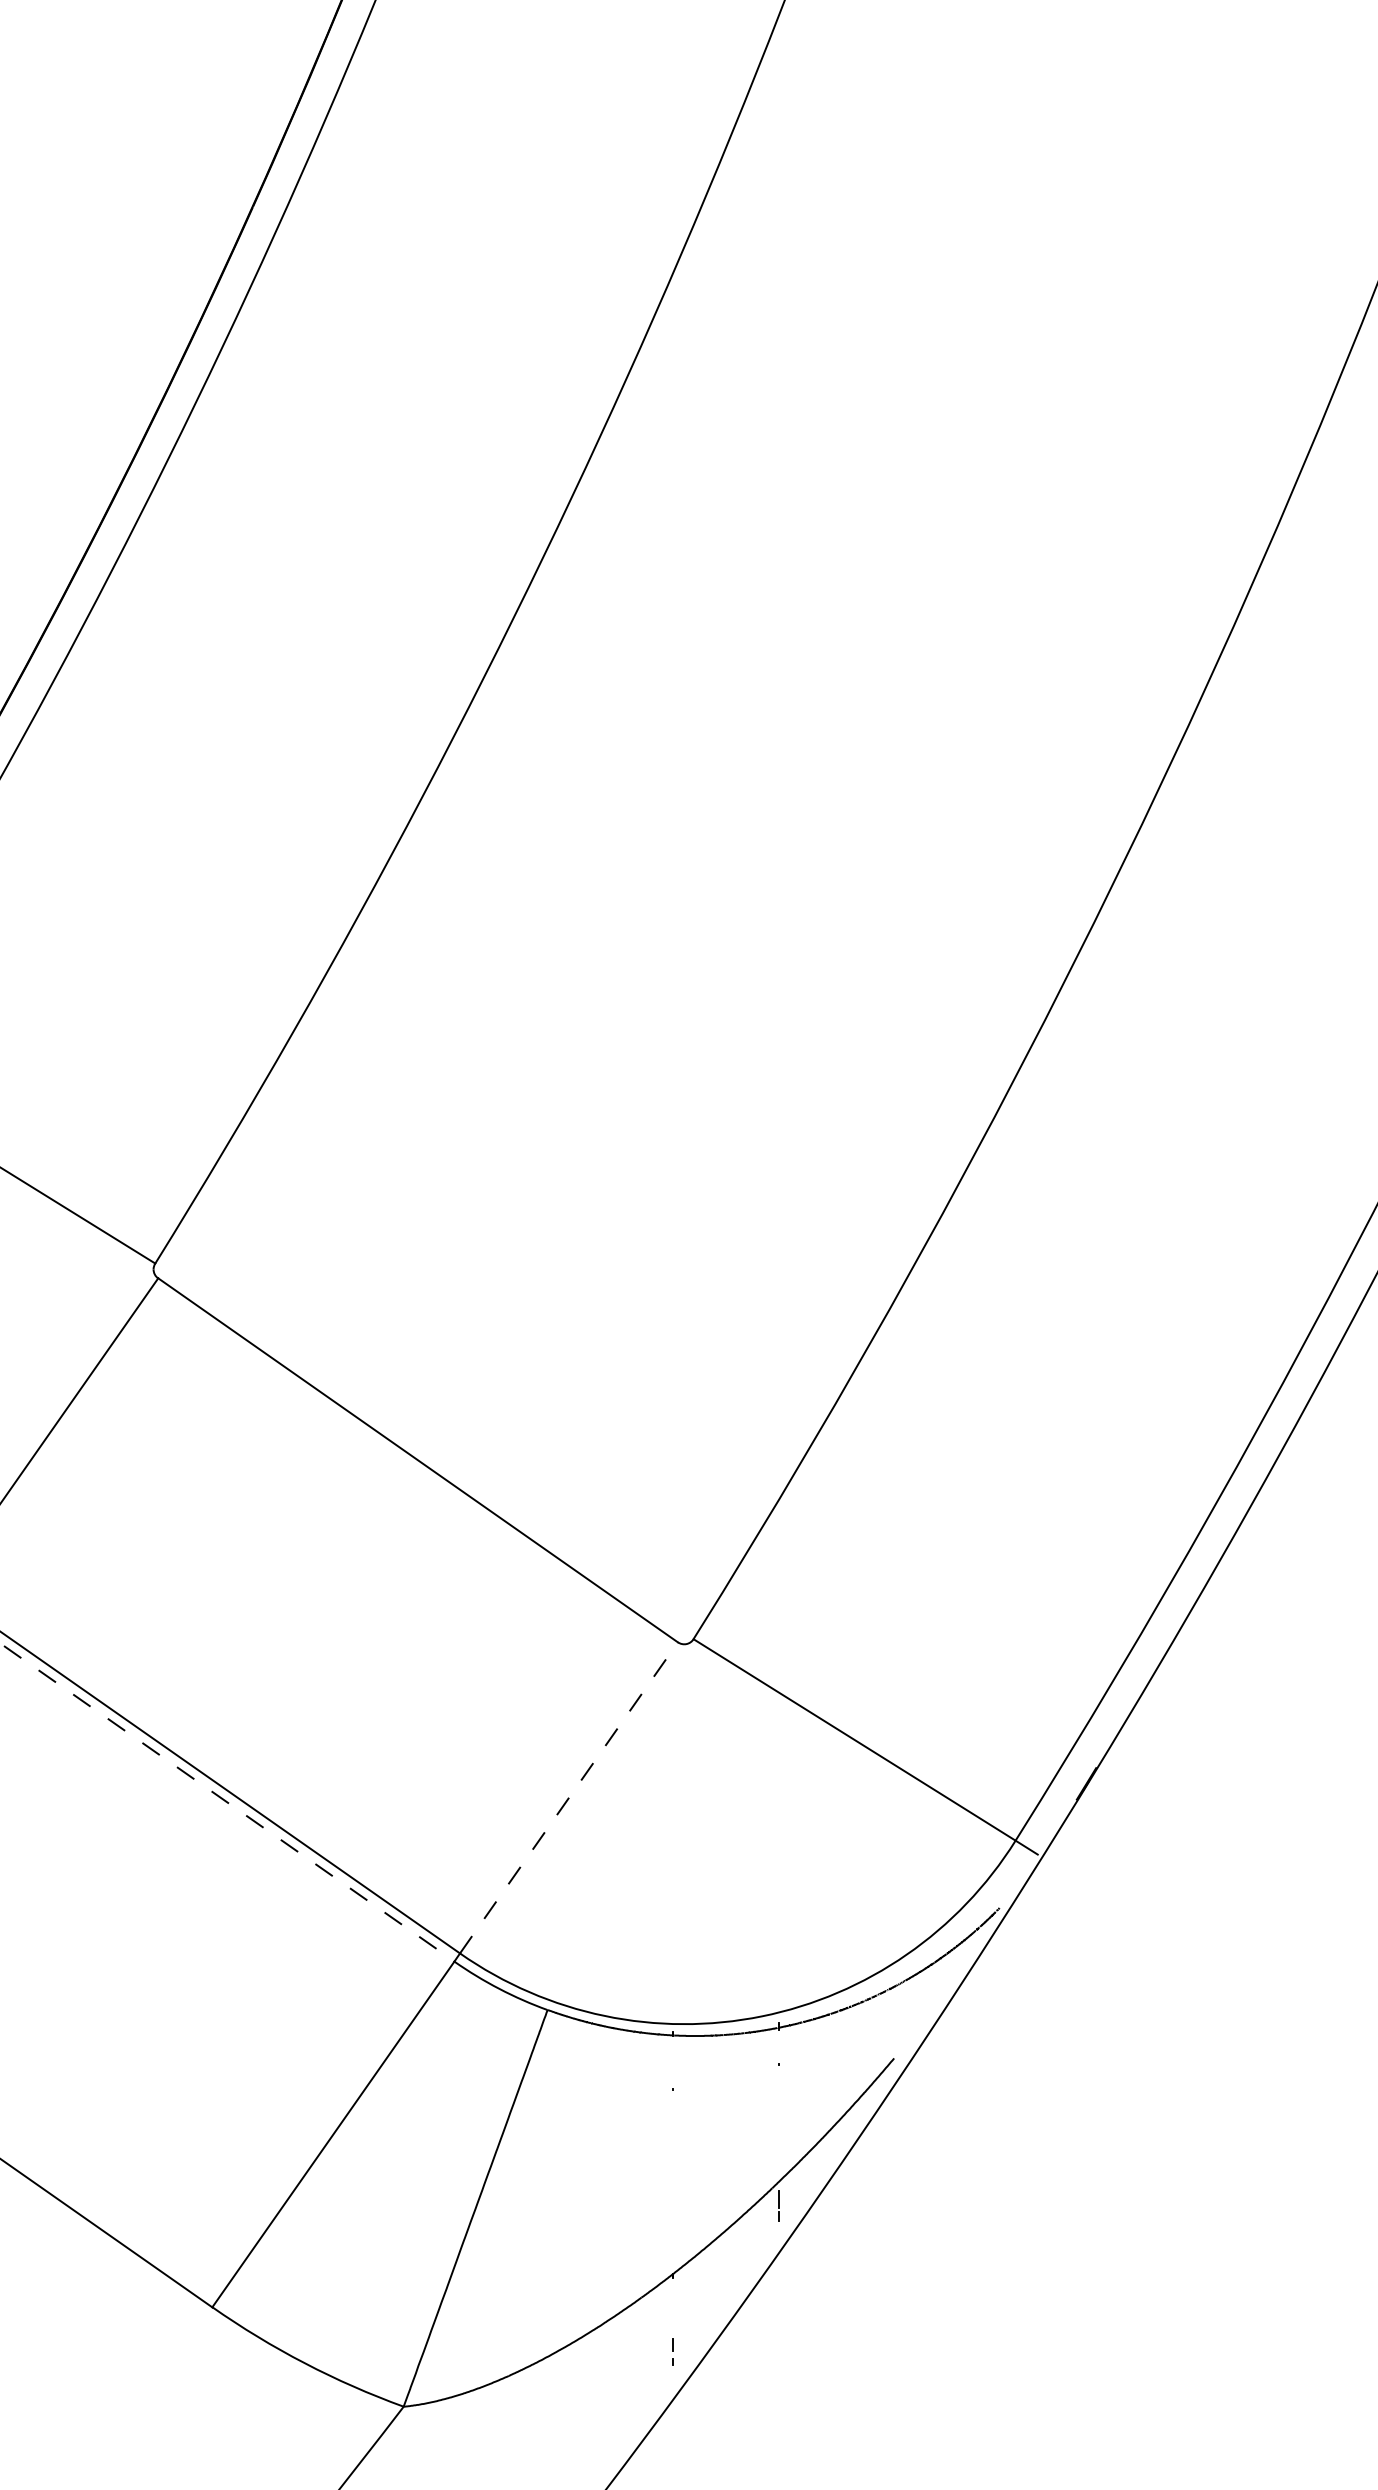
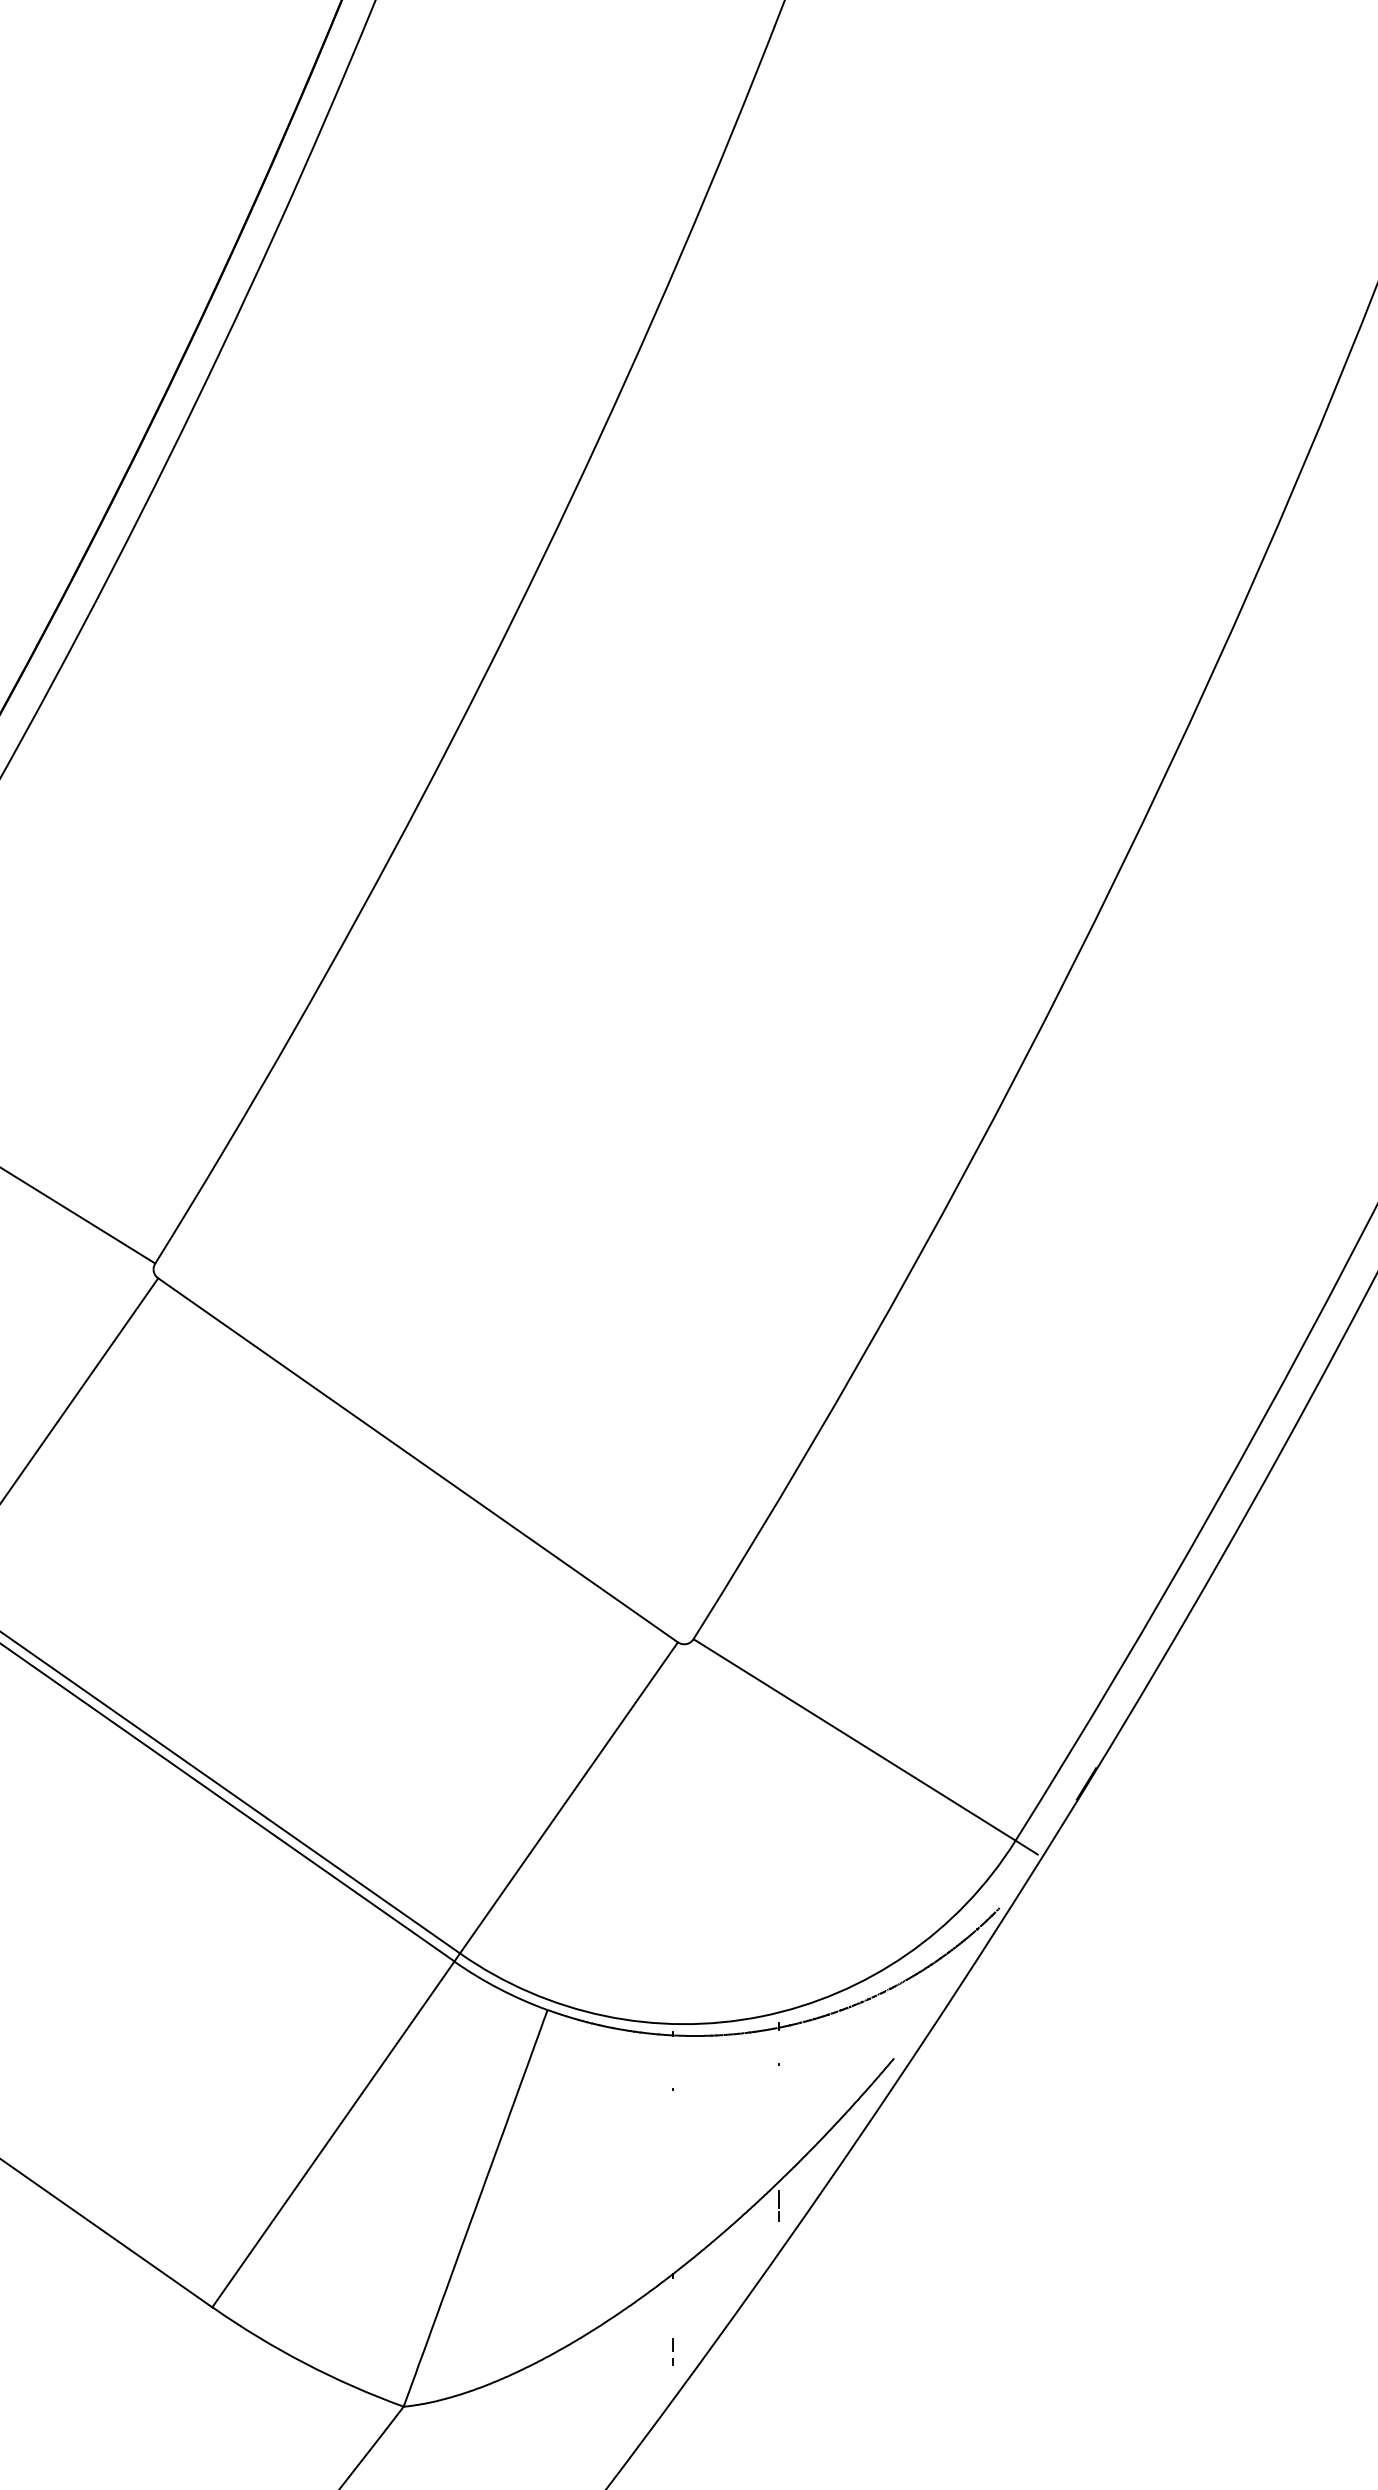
line at (568, 1797): dashed -> solid
line at (227, 1802): dashed -> solid
